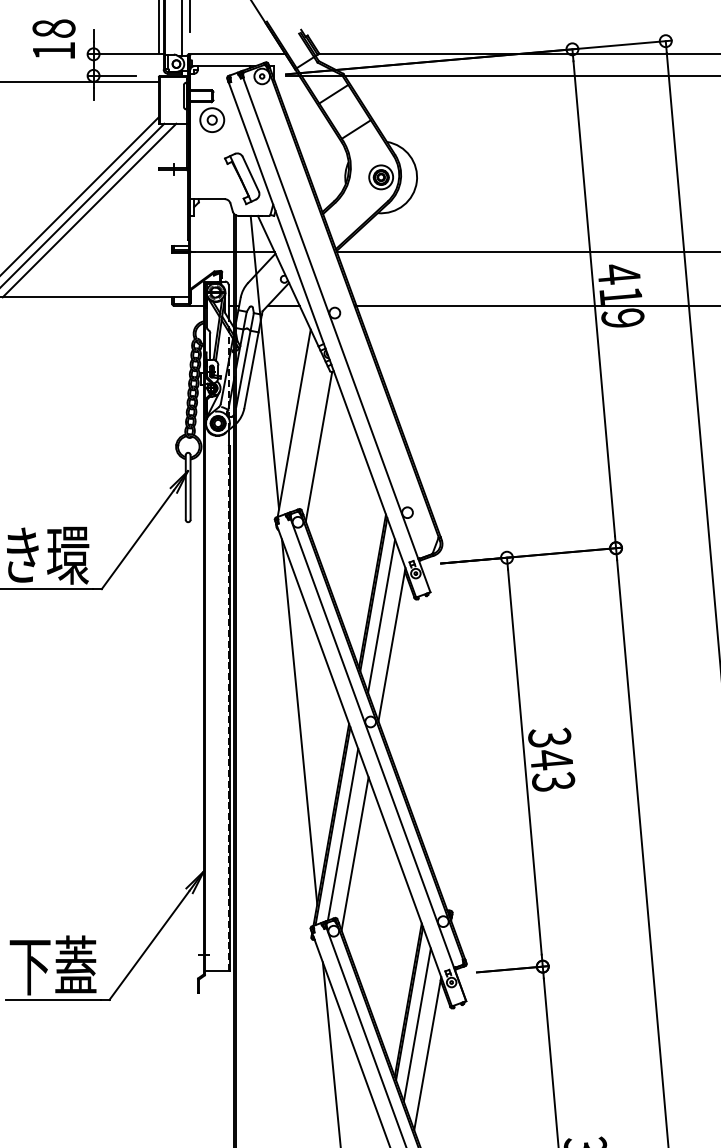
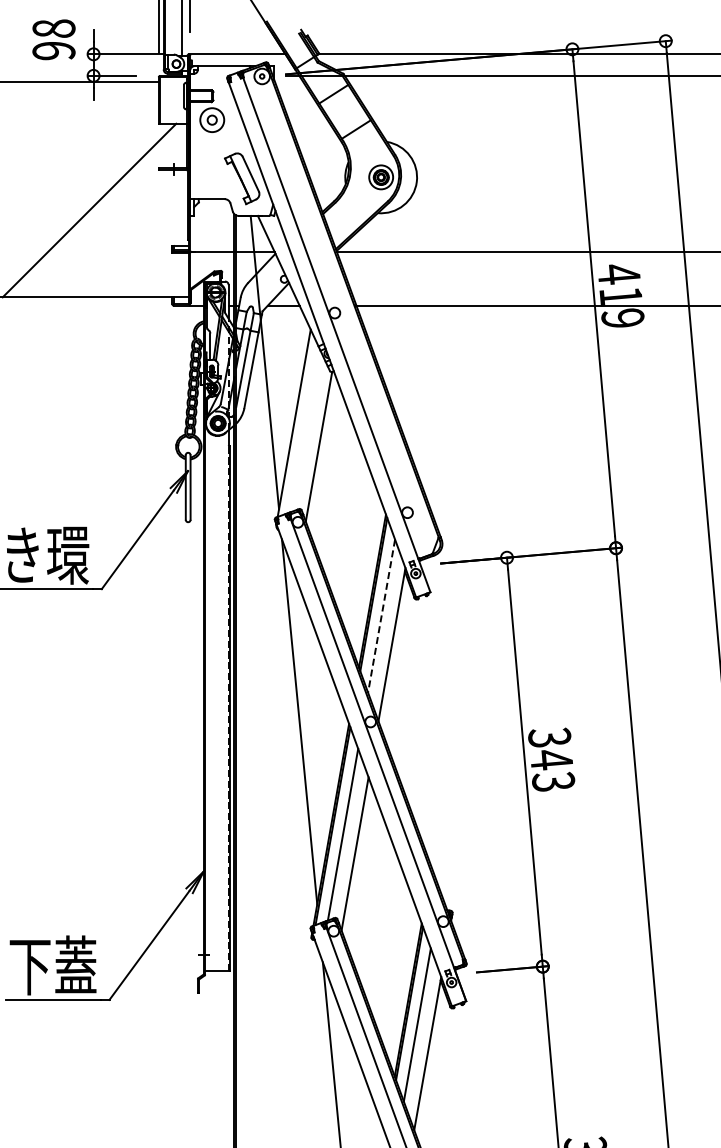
text at (53, 51): 18 -> 98
line at (80, 195): present -> none
line at (83, 204): present -> none
line at (381, 616): solid -> dashed
